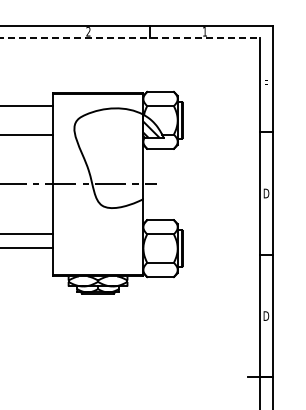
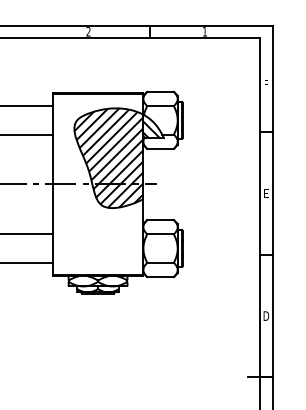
line at (130, 37): dashed -> solid
hatch at (108, 157): none -> present
text at (266, 193): D -> E
line at (27, 248) position: (27, 248) -> (27, 263)
